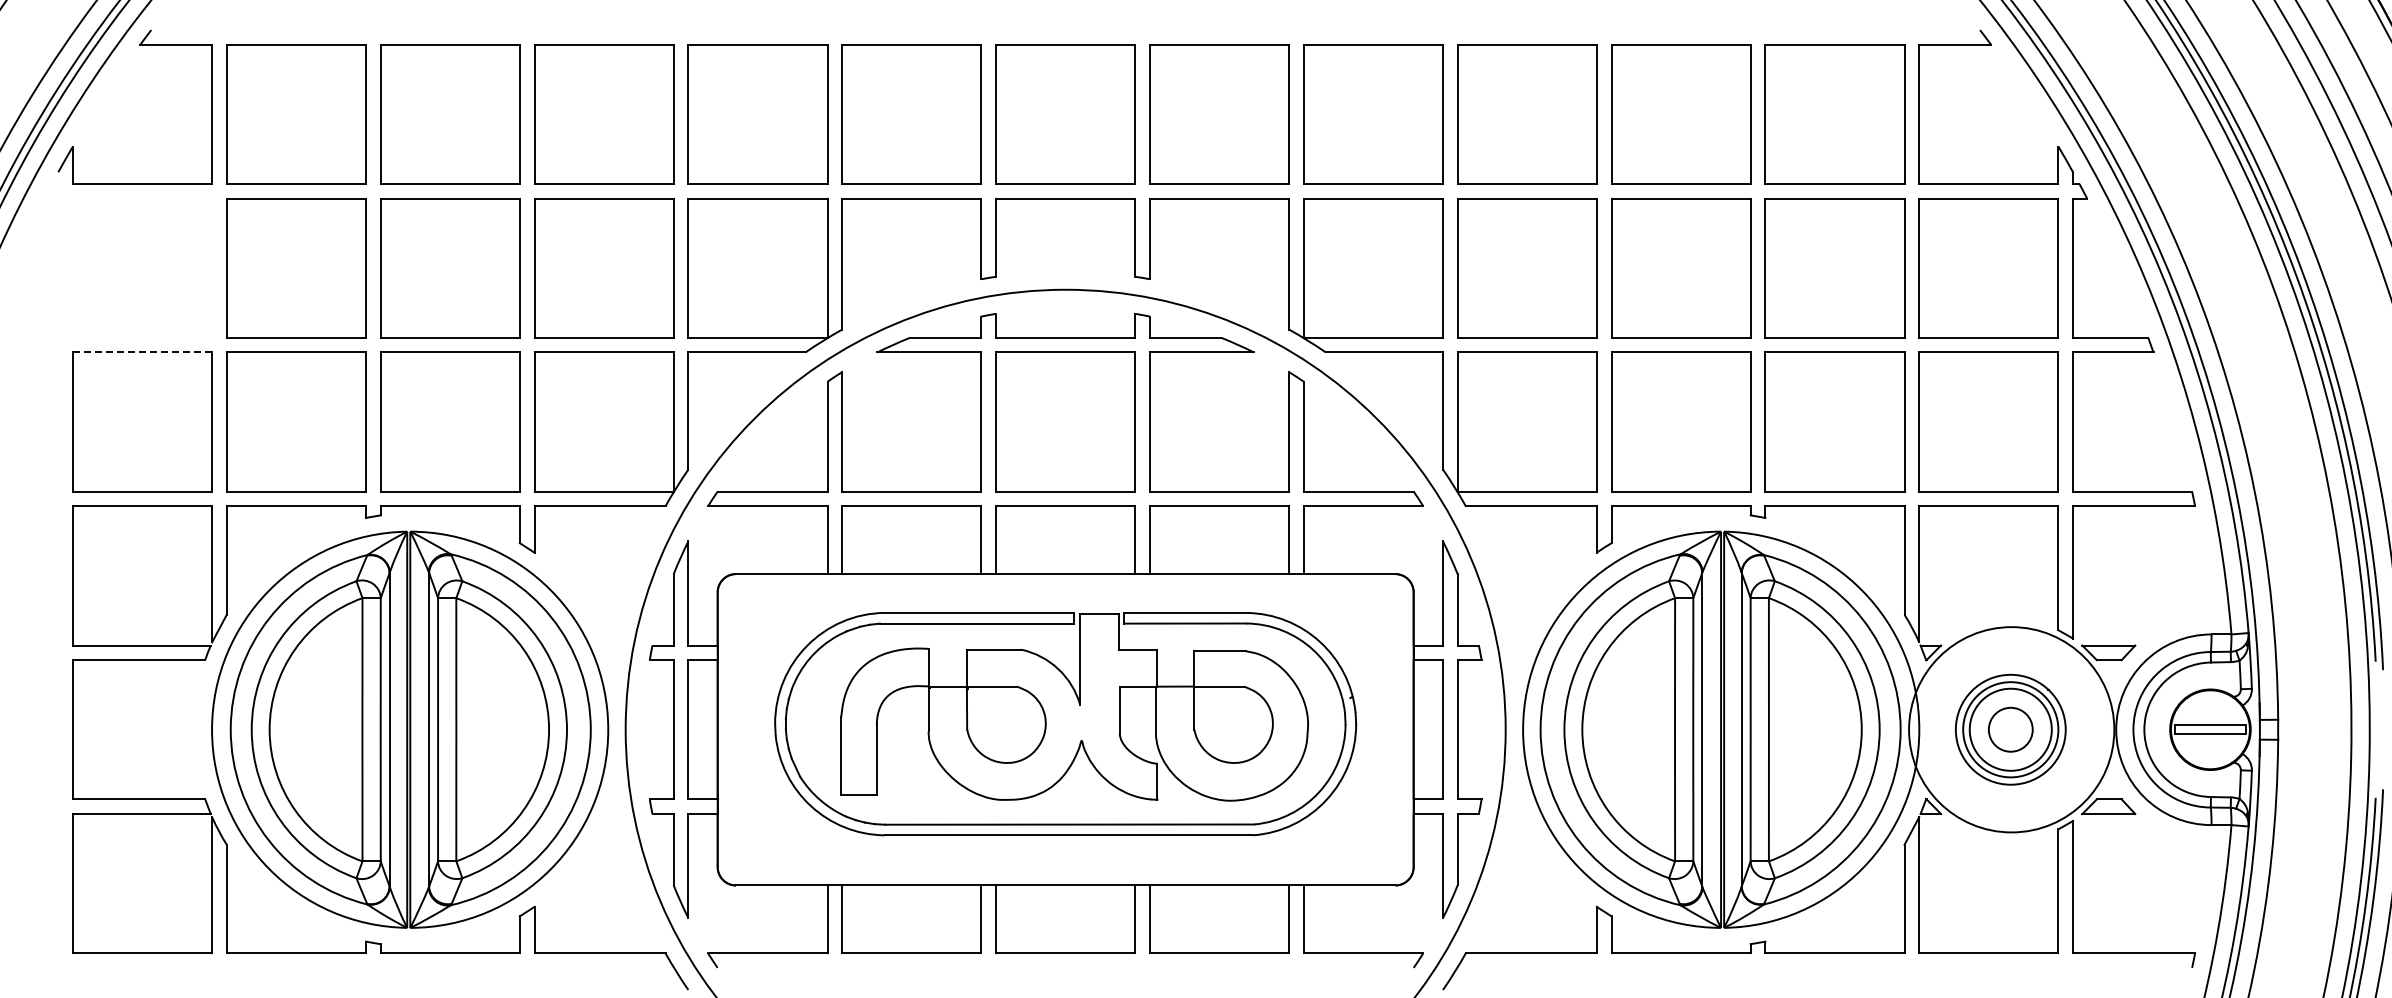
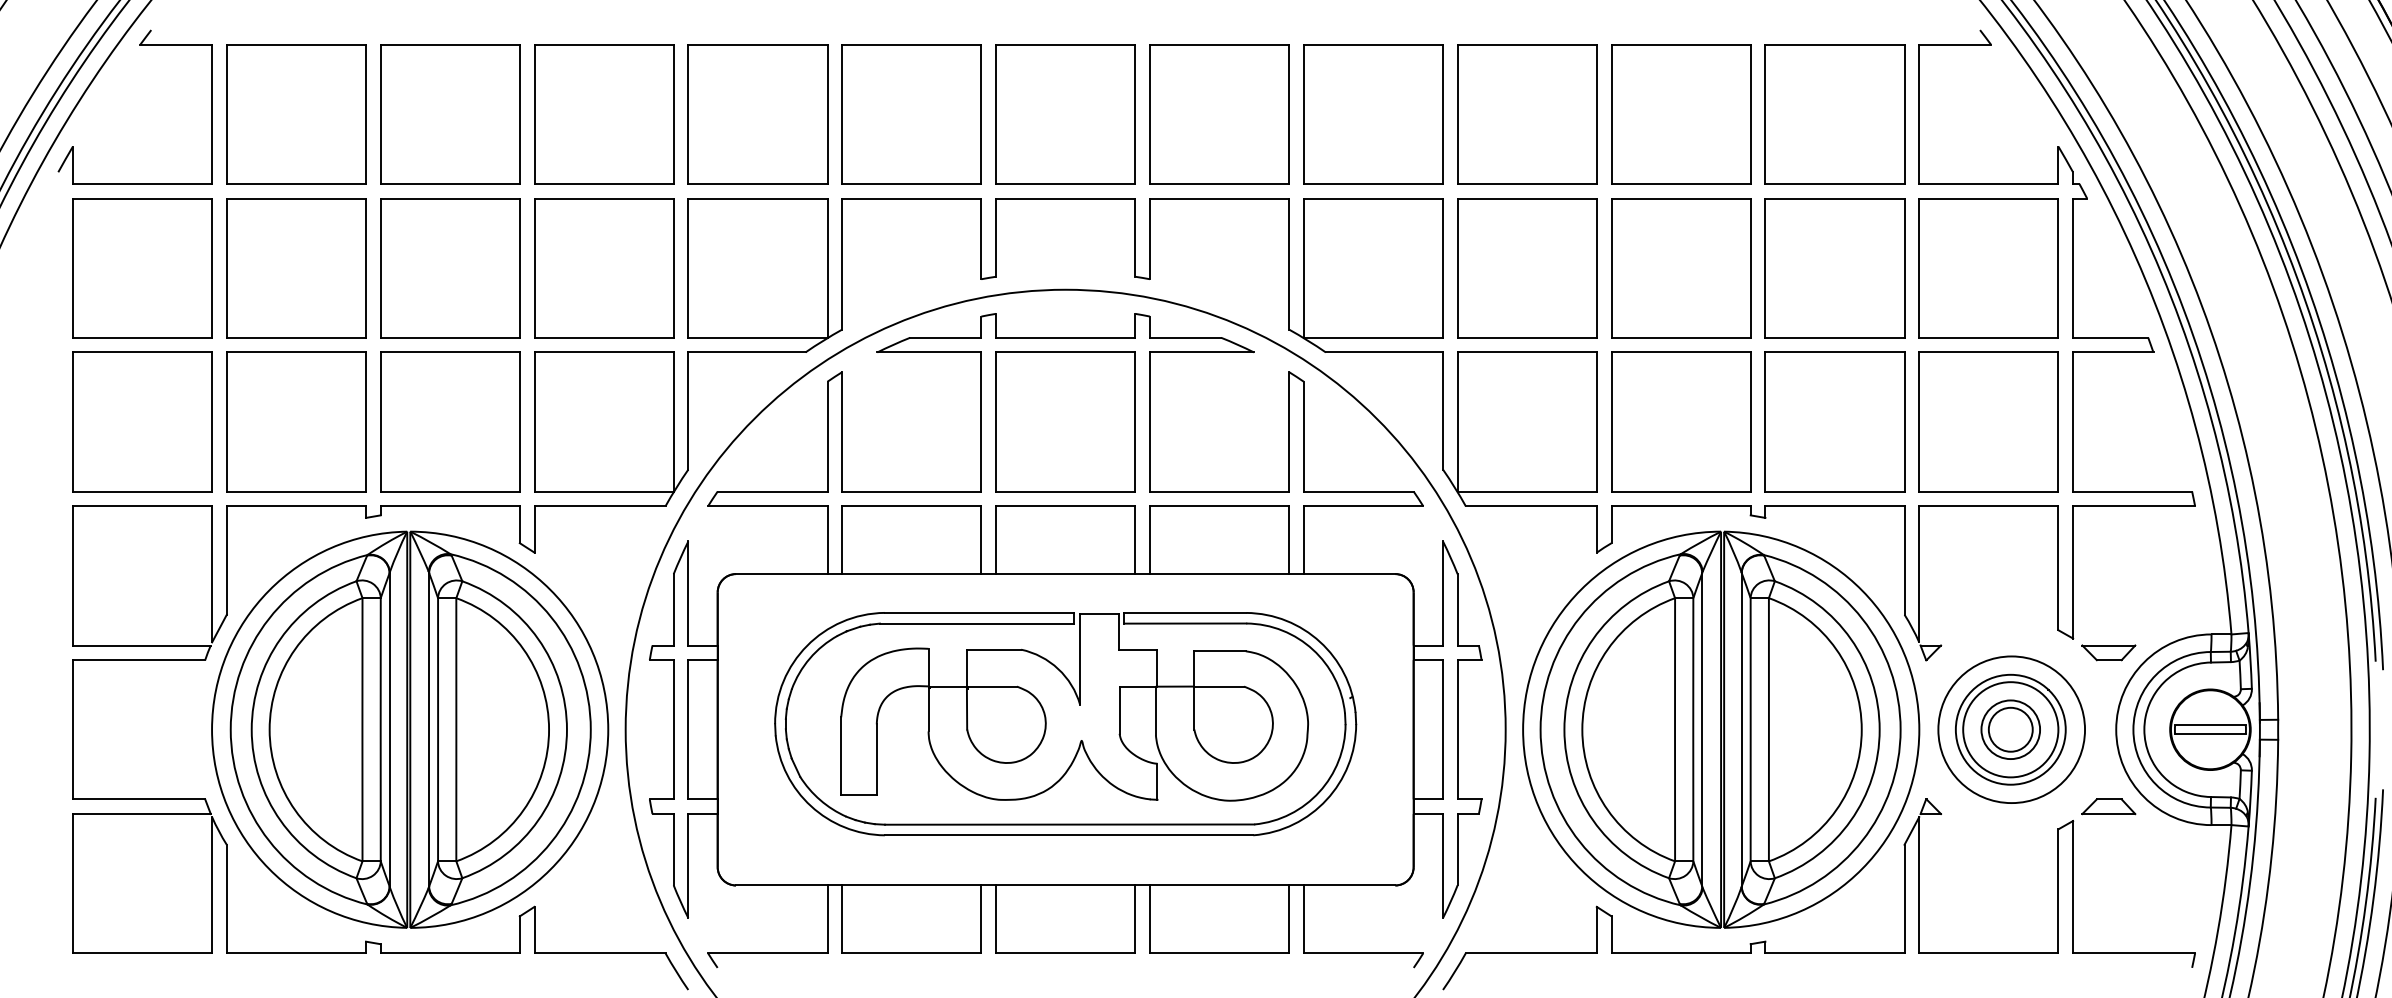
part at (142, 268): none -> present
line at (142, 352): dashed -> solid
circle at (2010, 729) diameter: 82 px -> 59 px
circle at (2011, 729) diameter: 205 px -> 147 px
